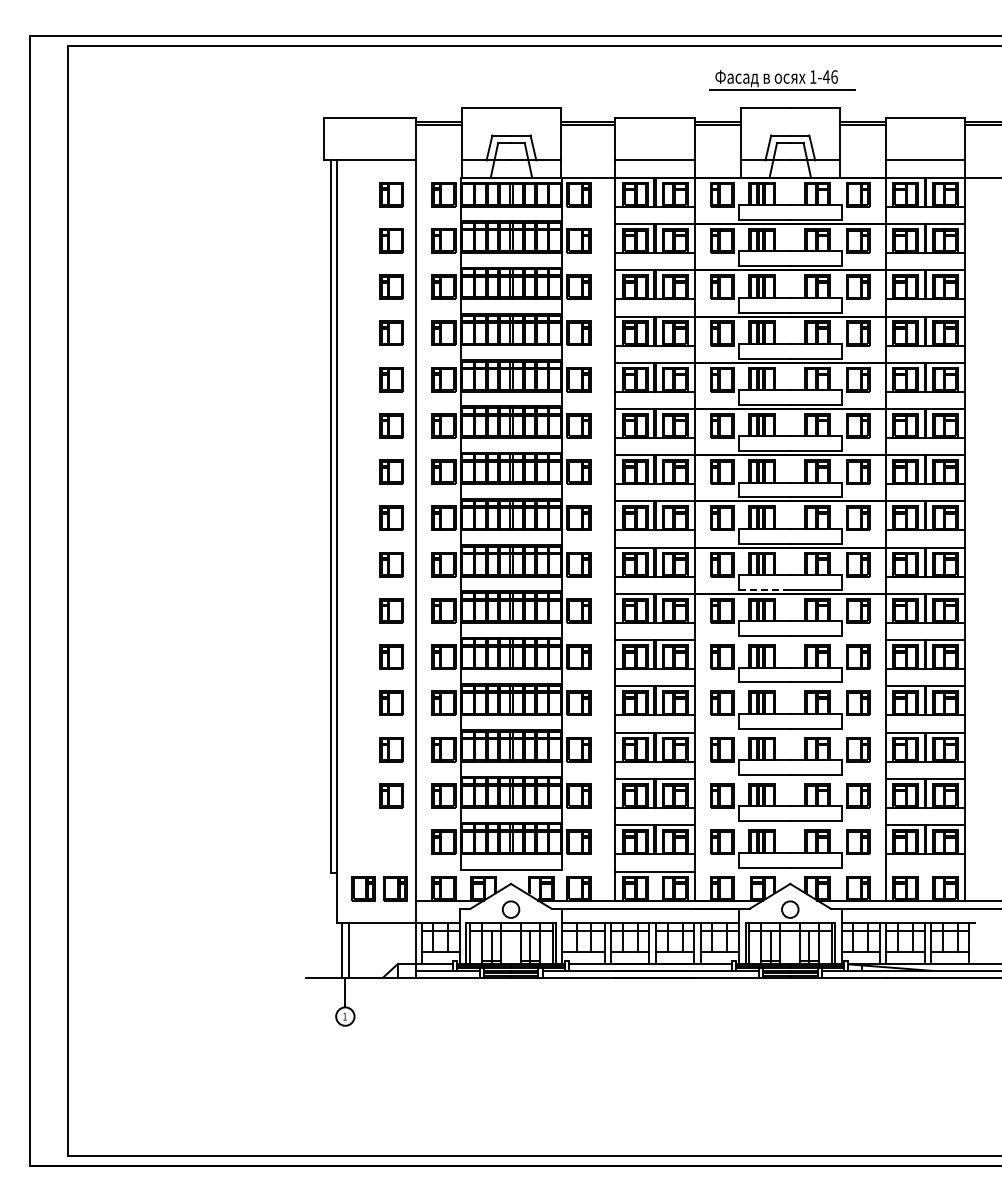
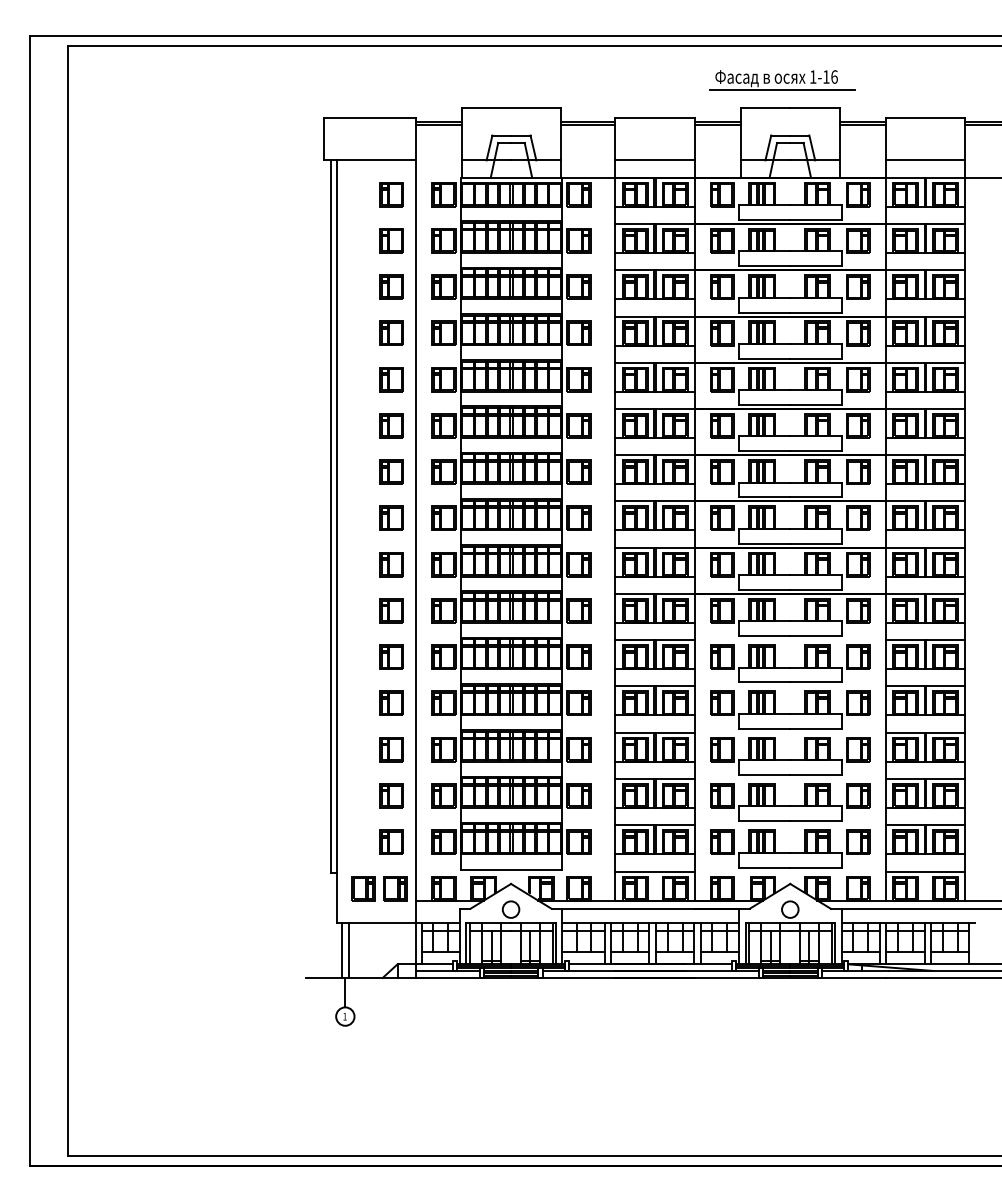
text at (825, 76): 1-46 -> 1-16
line at (764, 589): dashed -> solid
part at (391, 841): none -> present
line at (925, 871): none -> present
